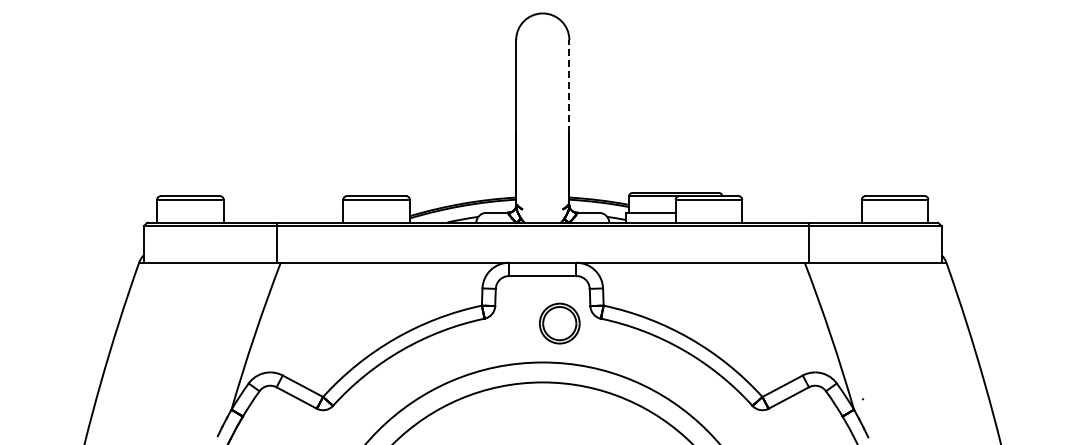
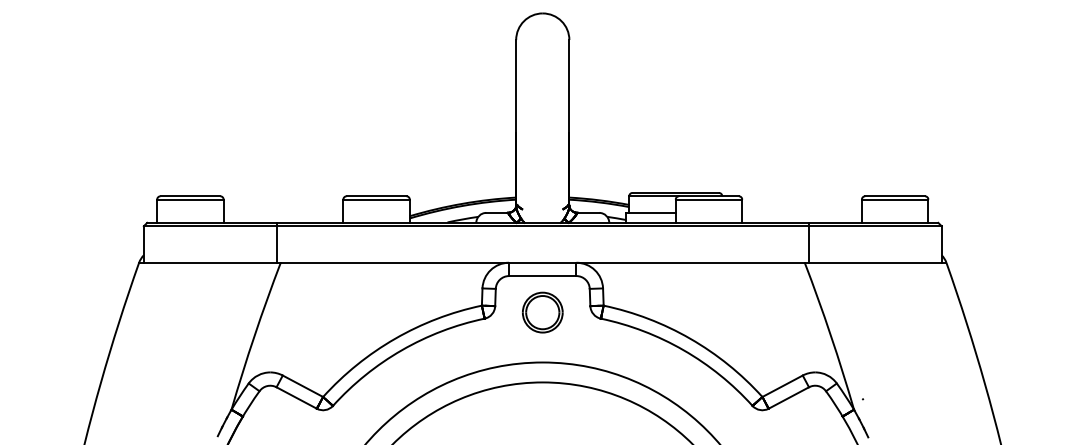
line at (569, 86): dashed -> solid
part at (559, 323) position: (559, 323) -> (542, 312)
